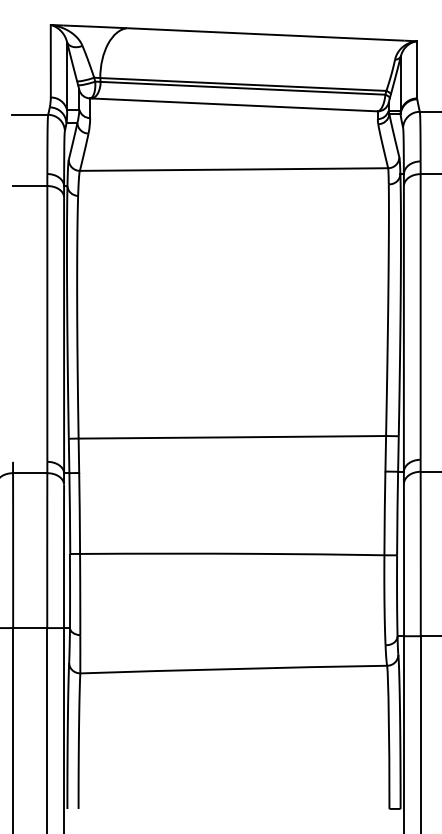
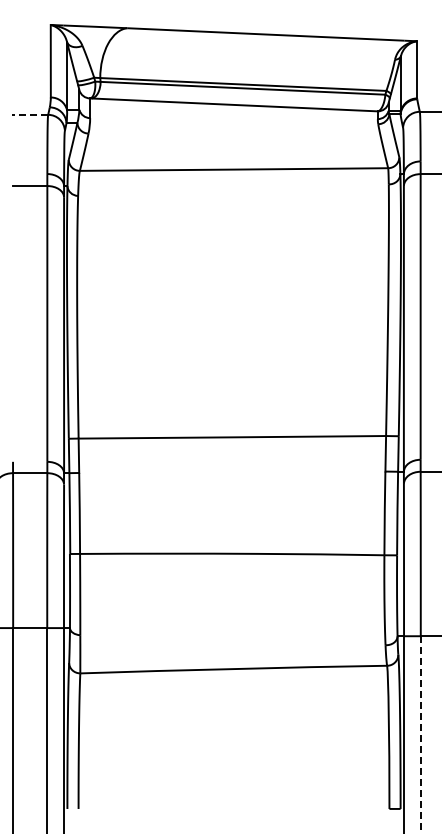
line at (30, 114): solid -> dashed
line at (420, 735): solid -> dashed
